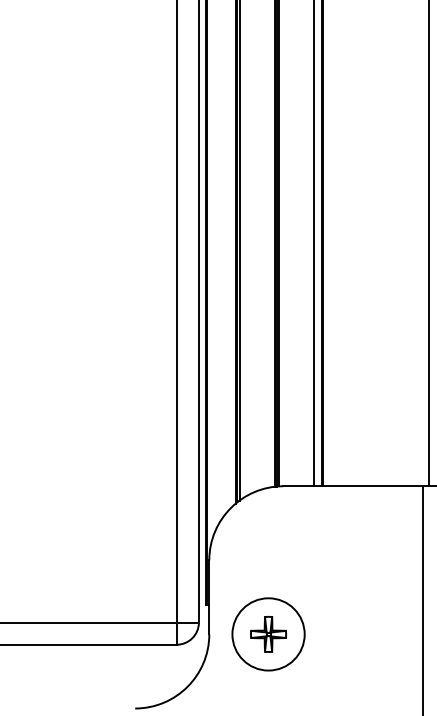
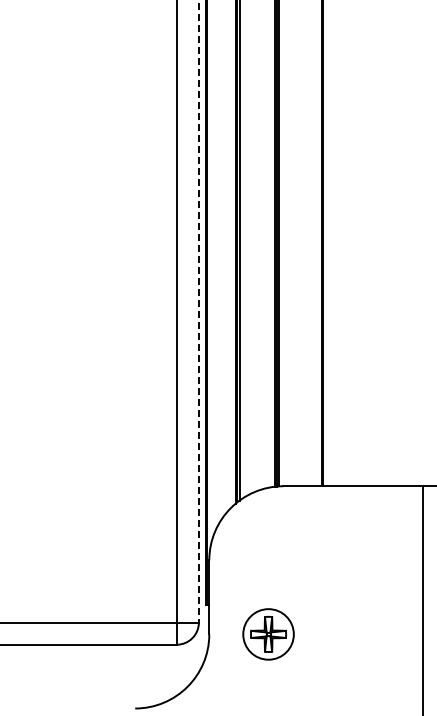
line at (313, 244): present -> none
line at (428, 244): present -> none
line at (198, 311): solid -> dashed
circle at (268, 634) diameter: 72 px -> 51 px
